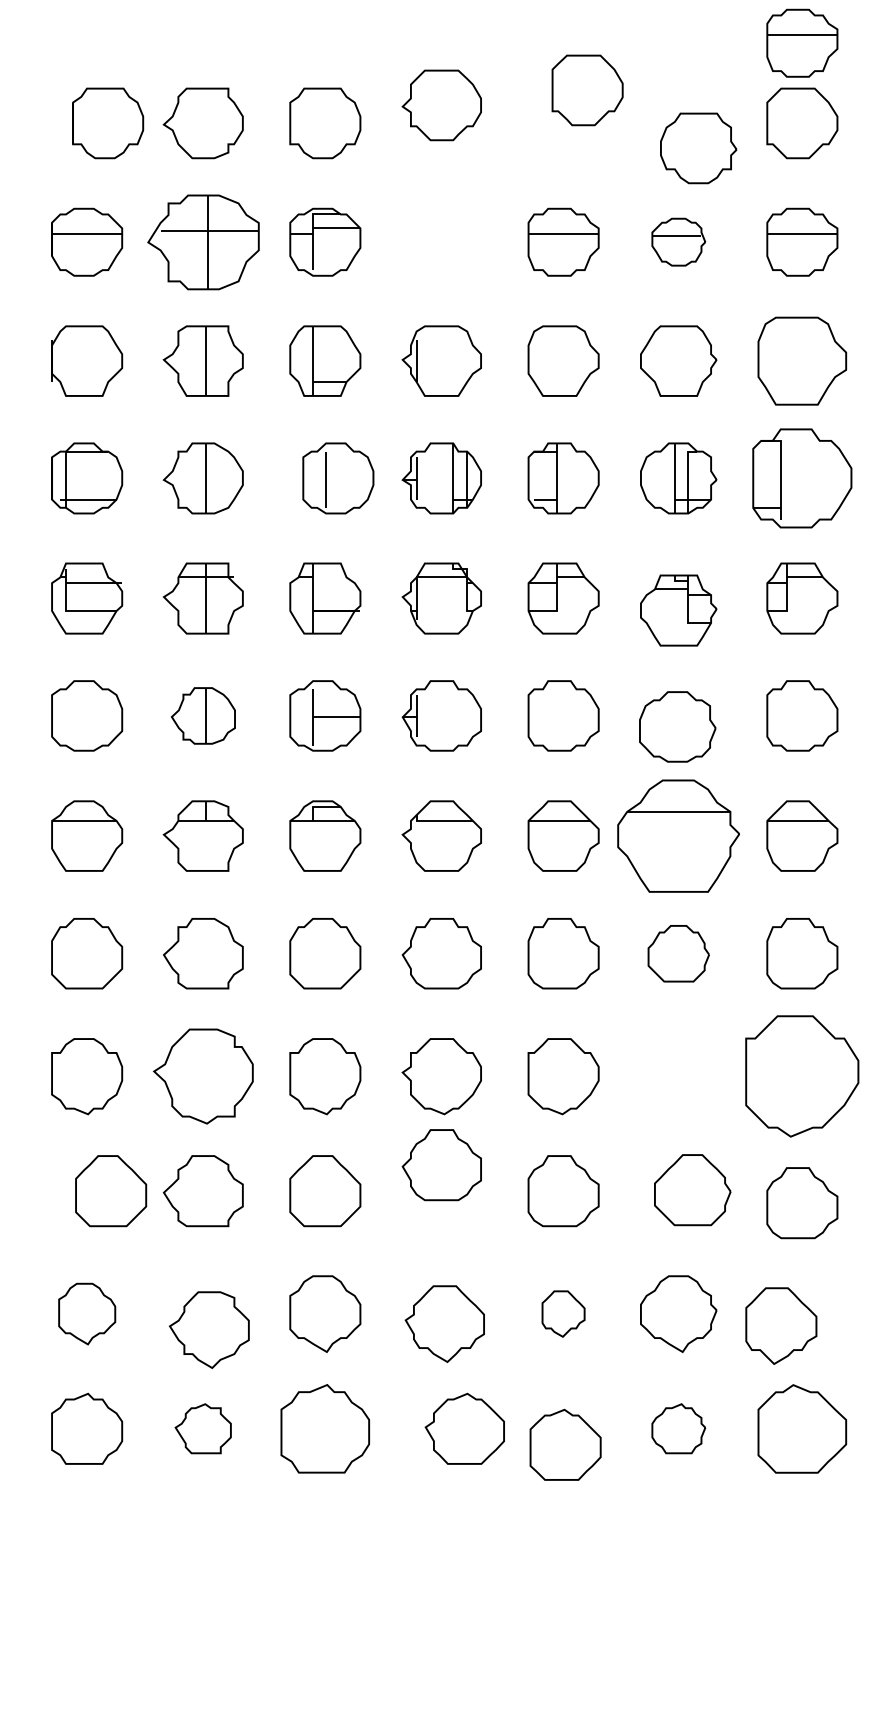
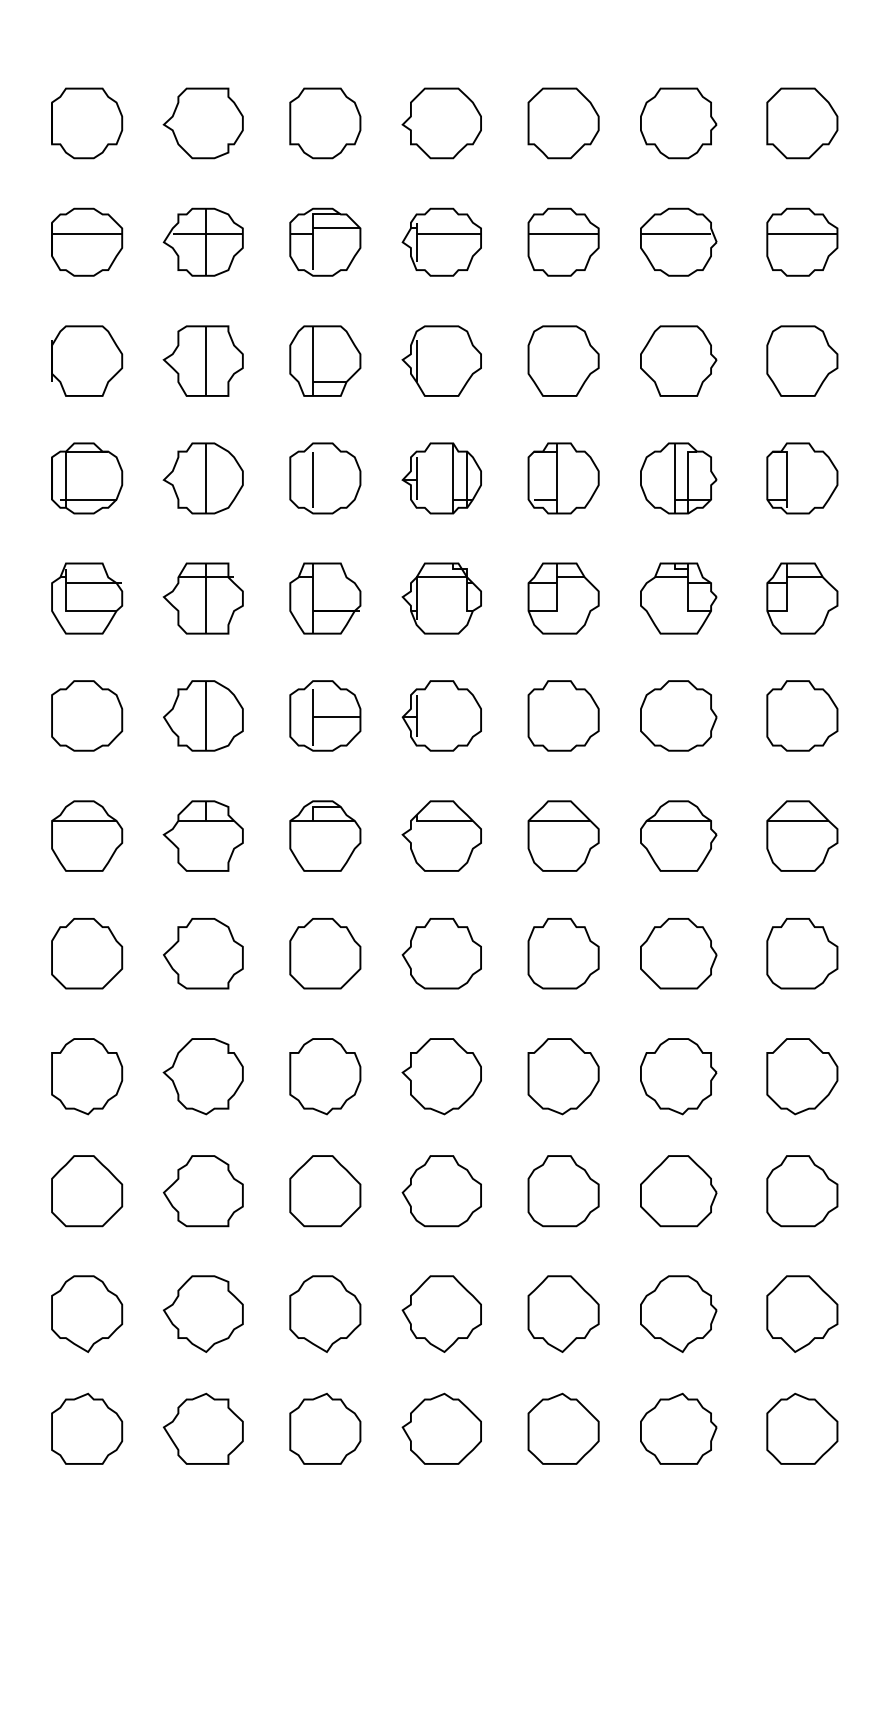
part at (802, 42): present -> none
part at (587, 90) position: (587, 90) -> (563, 123)
part at (441, 105) position: (441, 105) -> (441, 123)
part at (108, 123) position: (108, 123) -> (87, 123)
part at (698, 148) position: (698, 148) -> (678, 123)
part at (441, 241): none -> present
part at (678, 241) size: 56x50 px -> 78x70 px
part at (203, 242) size: 113x97 px -> 82x70 px
part at (802, 360) size: 91x90 px -> 73x72 px
part at (338, 478) position: (338, 478) -> (325, 478)
part at (802, 478) size: 101x101 px -> 73x73 px
part at (678, 610) position: (678, 610) -> (678, 598)
part at (203, 715) size: 65x58 px -> 81x72 px
part at (677, 726) position: (677, 726) -> (678, 715)
part at (678, 835) size: 123x114 px -> 78x72 px
part at (678, 953) size: 63x58 px -> 78x72 px
part at (203, 1076) size: 101x97 px -> 82x78 px
part at (678, 1076): none -> present
part at (802, 1076) size: 115x123 px -> 73x78 px
part at (441, 1165) position: (441, 1165) -> (441, 1191)
part at (692, 1190) position: (692, 1190) -> (678, 1191)
part at (111, 1191) position: (111, 1191) -> (87, 1191)
part at (802, 1203) position: (802, 1203) -> (802, 1191)
part at (87, 1313) size: 59x64 px -> 73x78 px
part at (563, 1313) size: 45x48 px -> 73x78 px
part at (444, 1323) position: (444, 1323) -> (441, 1313)
part at (781, 1325) position: (781, 1325) -> (802, 1313)
part at (209, 1329) position: (209, 1329) -> (203, 1313)
part at (202, 1428) size: 58x52 px -> 82x73 px
part at (324, 1428) size: 90x90 px -> 73x72 px
part at (464, 1428) position: (464, 1428) -> (441, 1428)
part at (678, 1428) size: 56x52 px -> 78x73 px
part at (802, 1428) size: 91x90 px -> 73x73 px
part at (565, 1444) position: (565, 1444) -> (563, 1428)
